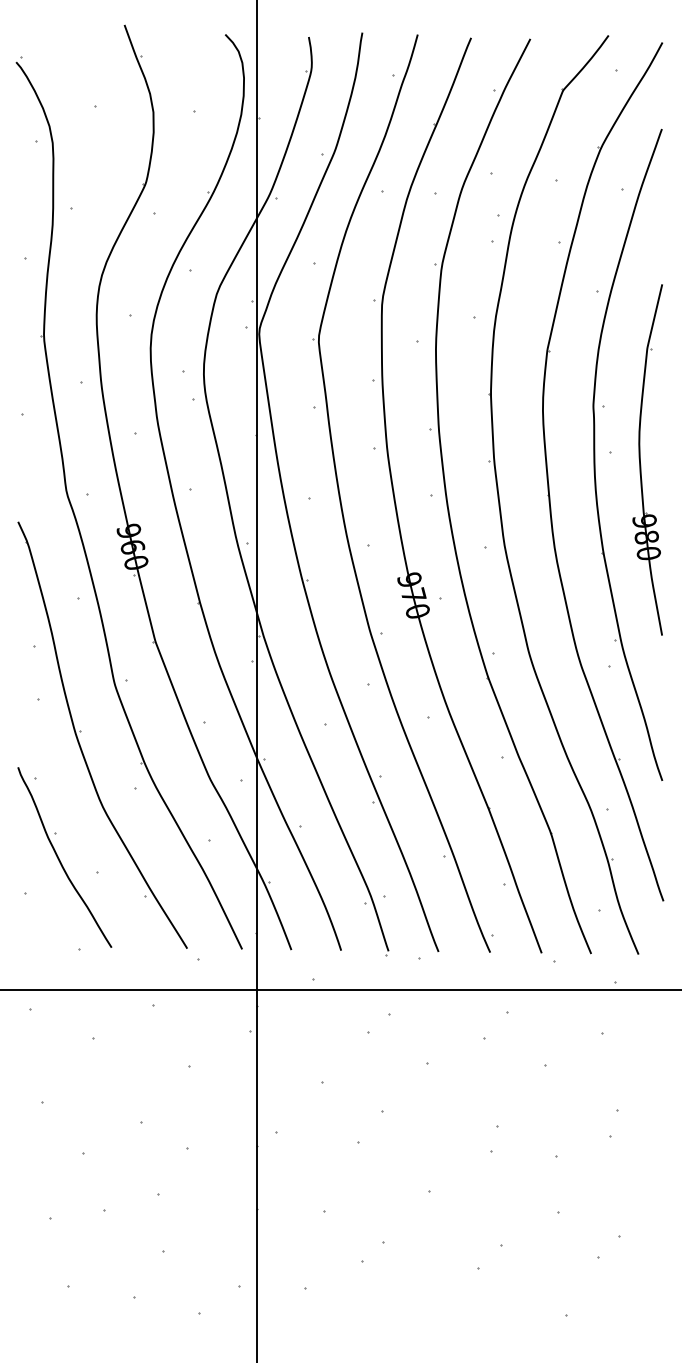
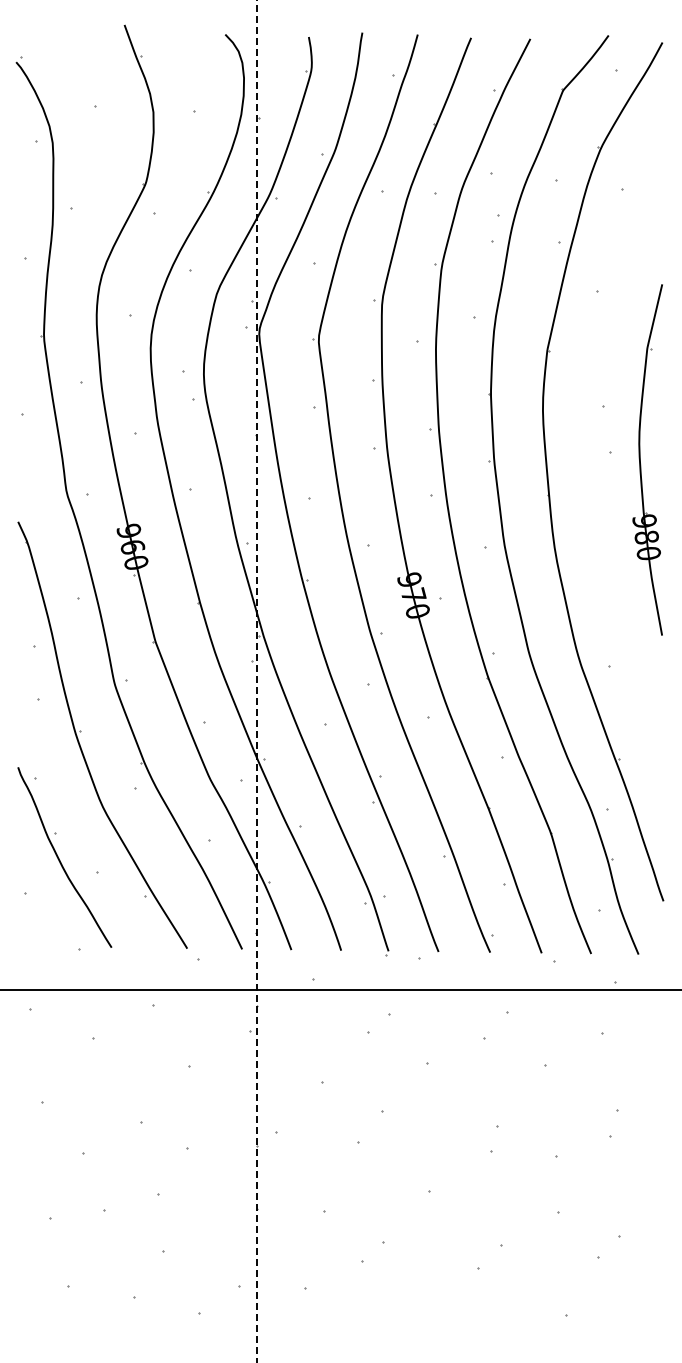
part at (595, 454): present -> none
line at (256, 681): solid -> dashed
